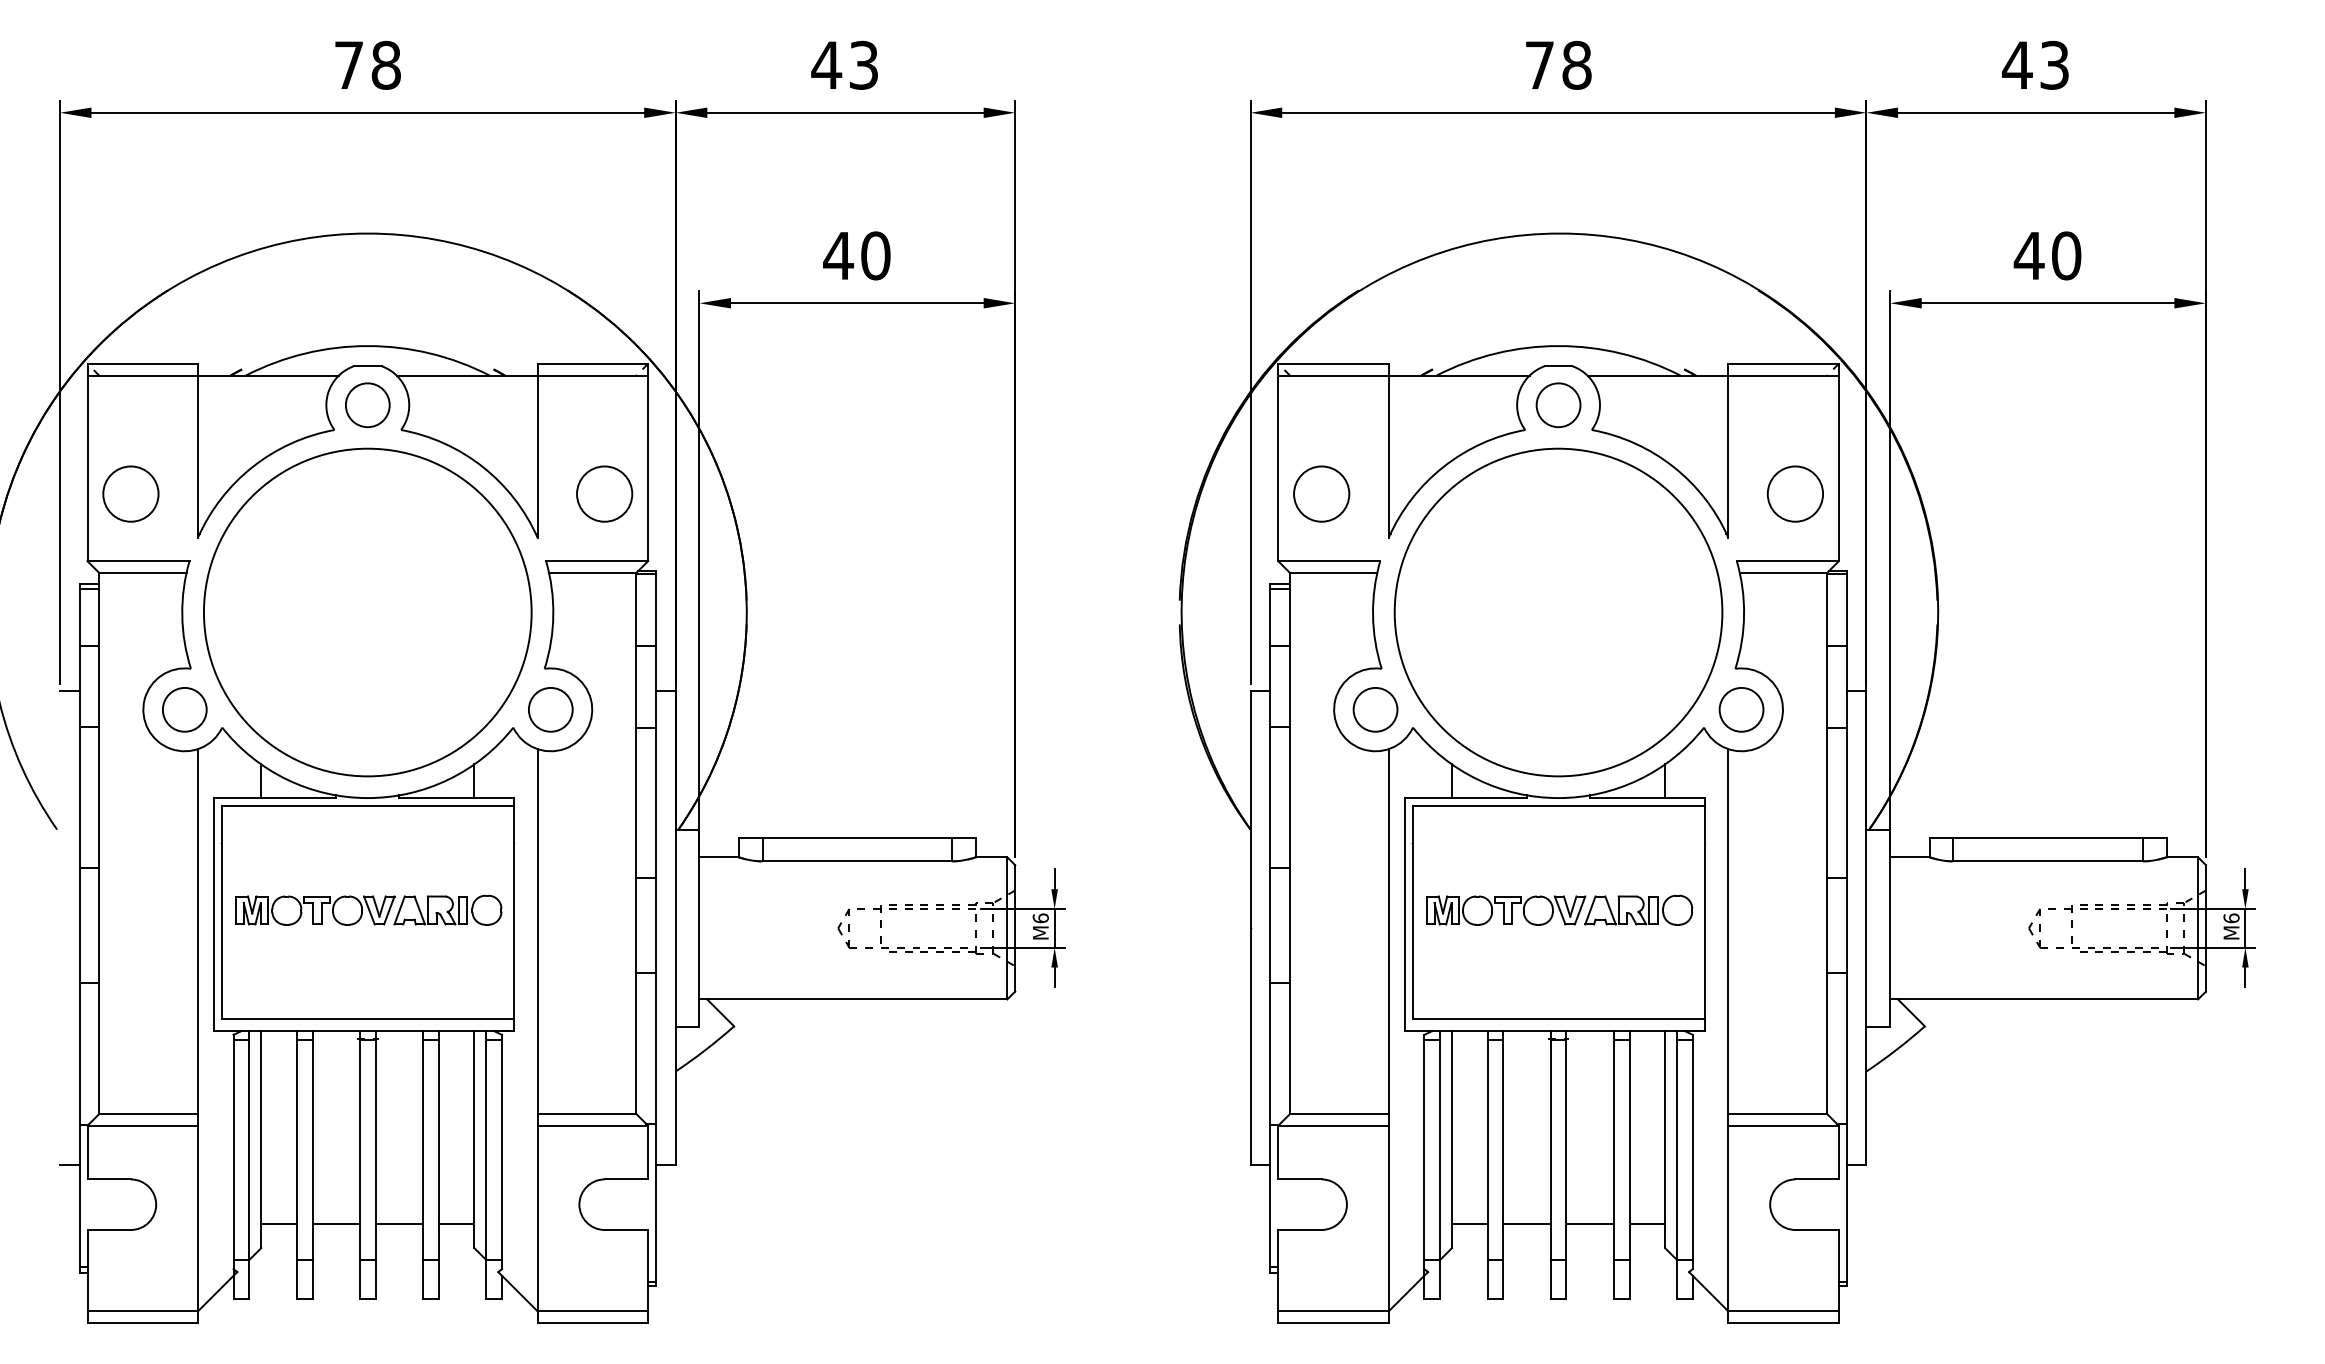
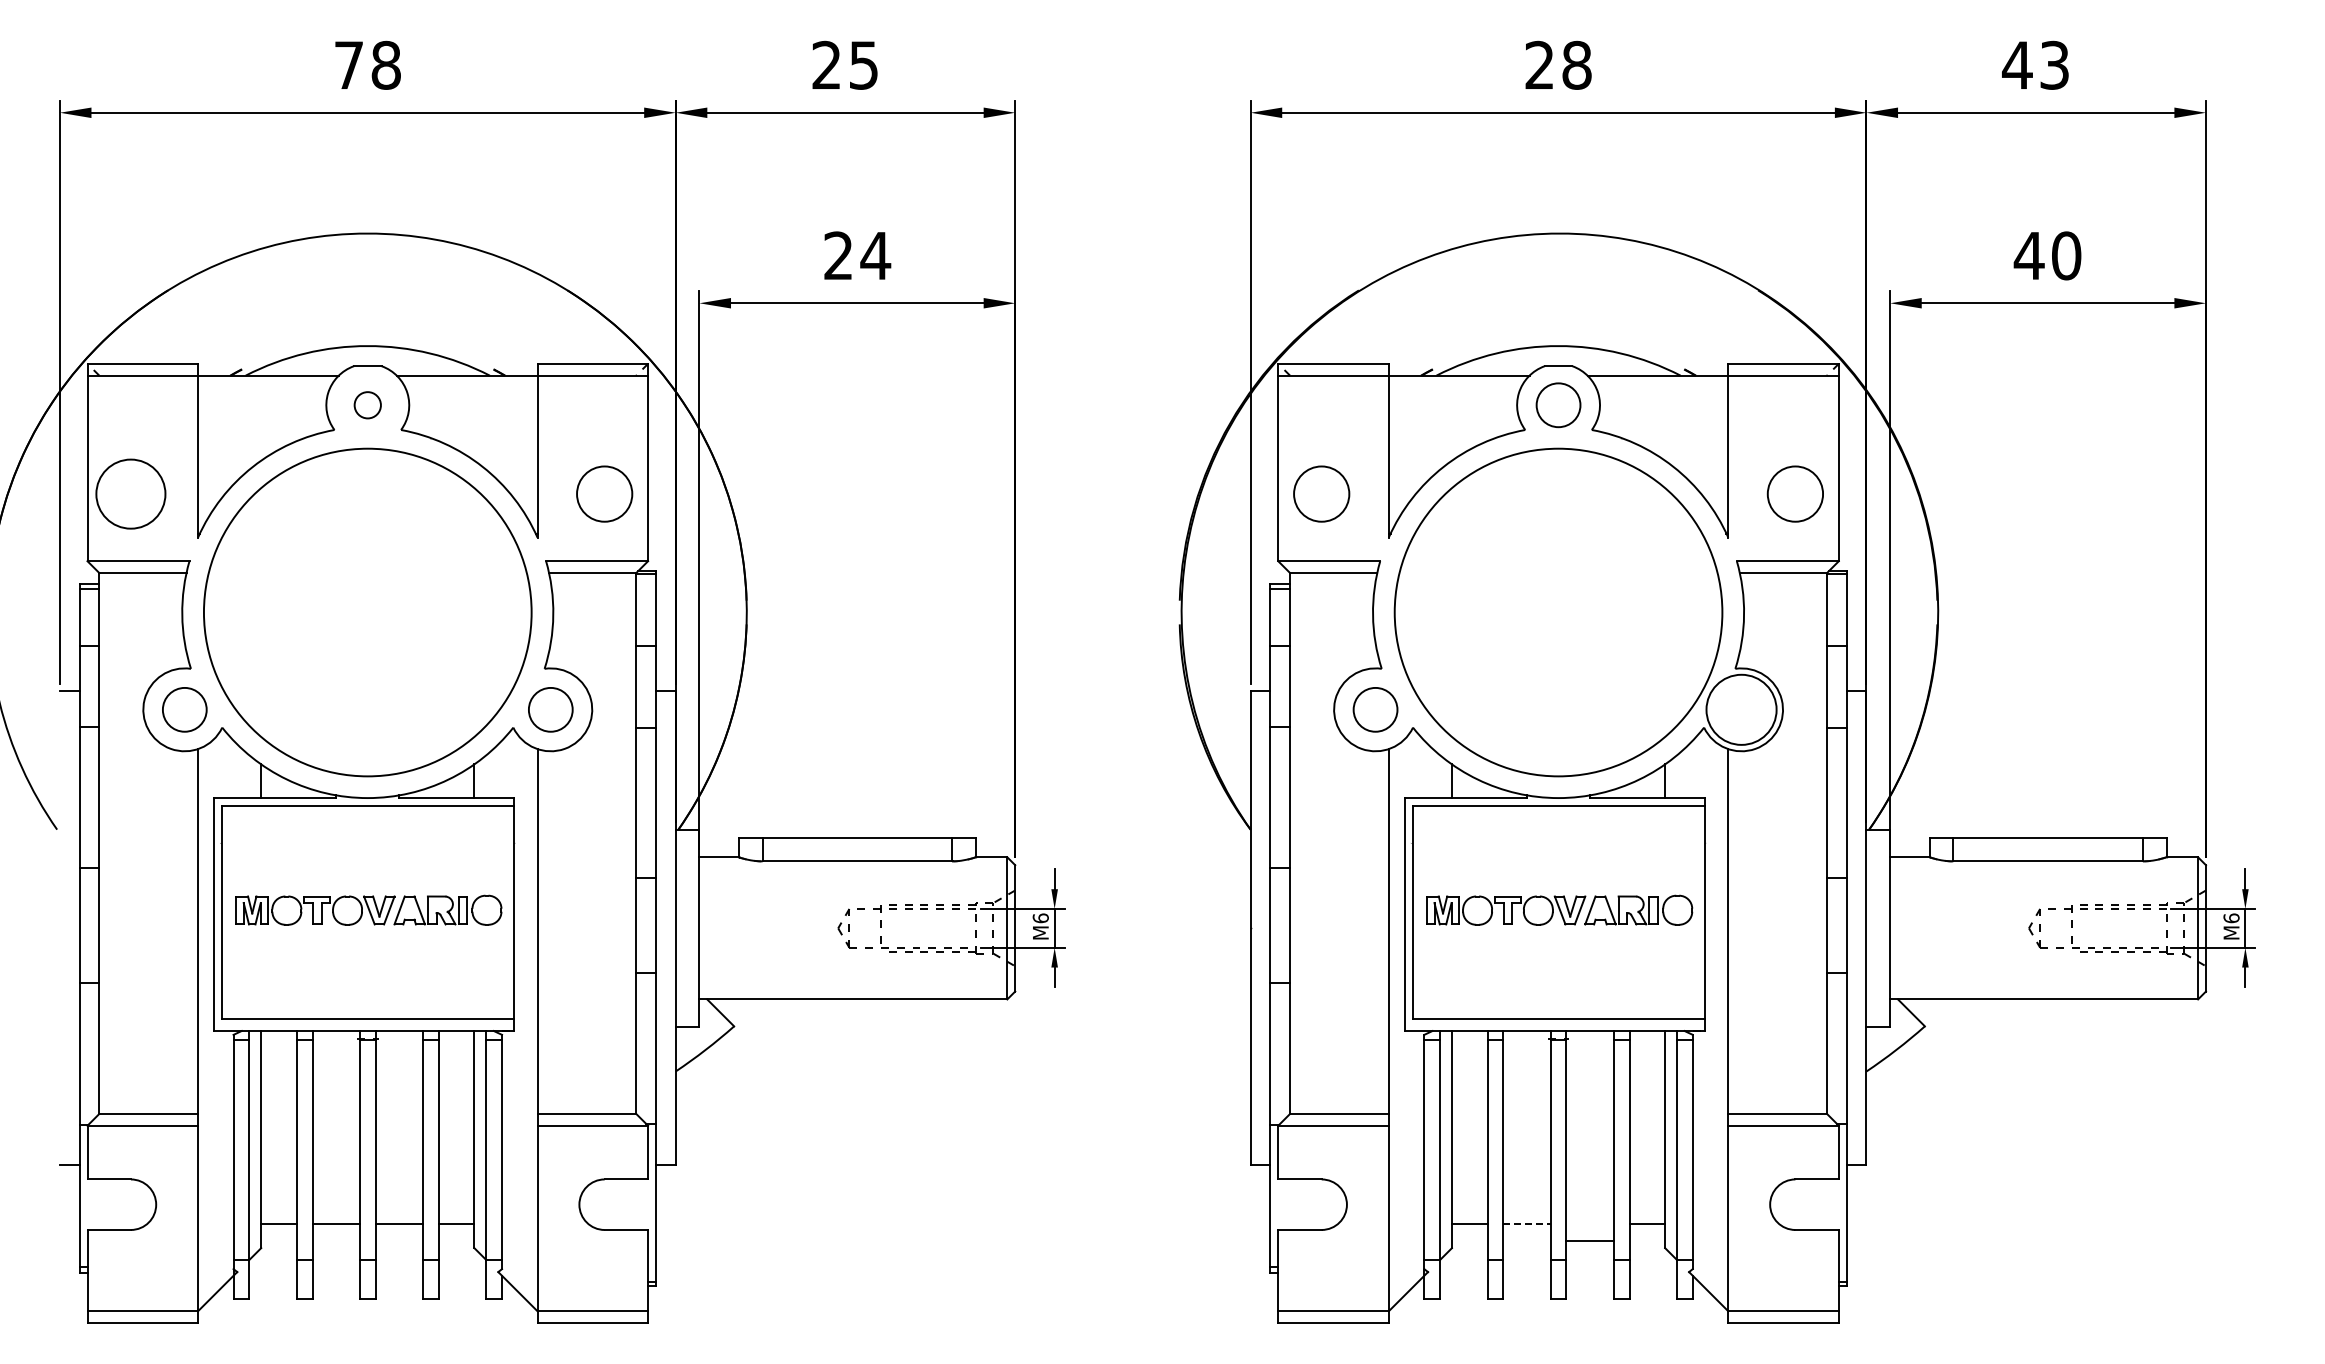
text at (844, 64): 43 -> 25
text at (1539, 64): 78 -> 28
text at (857, 255): 40 -> 24
circle at (367, 405) diameter: 44 px -> 26 px
circle at (130, 493) size: 58x58 px -> 72x72 px
circle at (1741, 709) diameter: 44 px -> 70 px
line at (1526, 1224): solid -> dashed
line at (1589, 1224) position: (1589, 1224) -> (1589, 1241)
